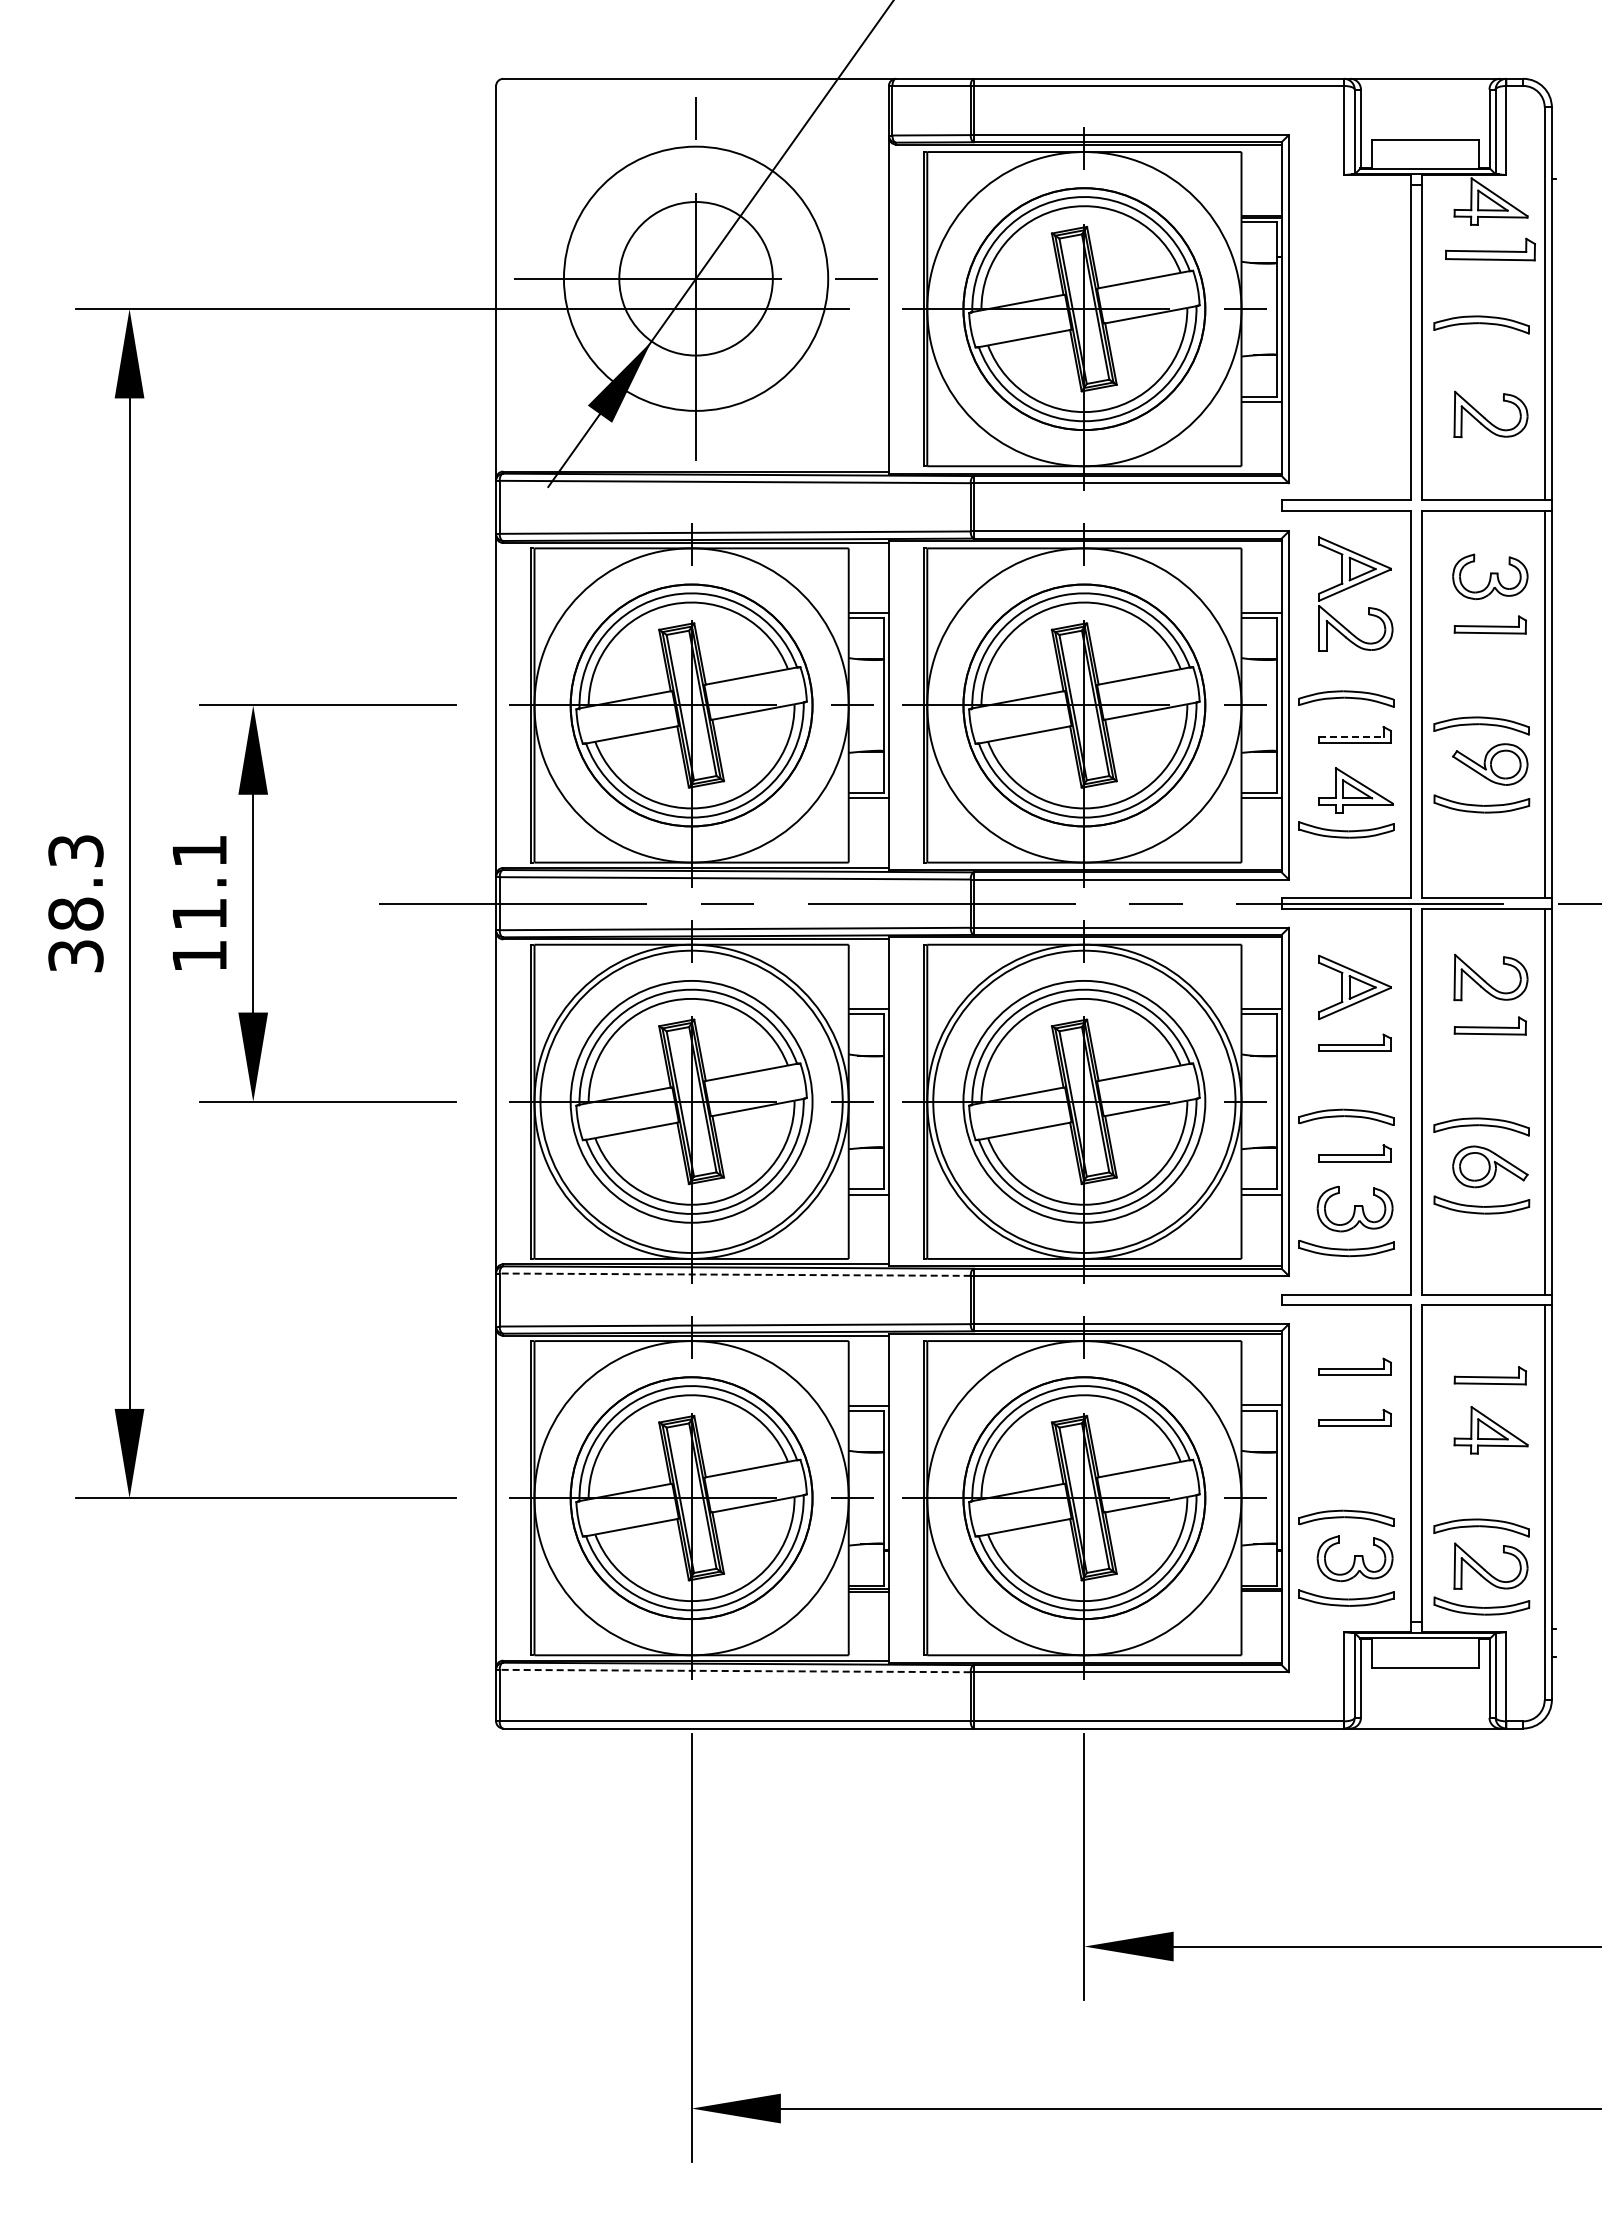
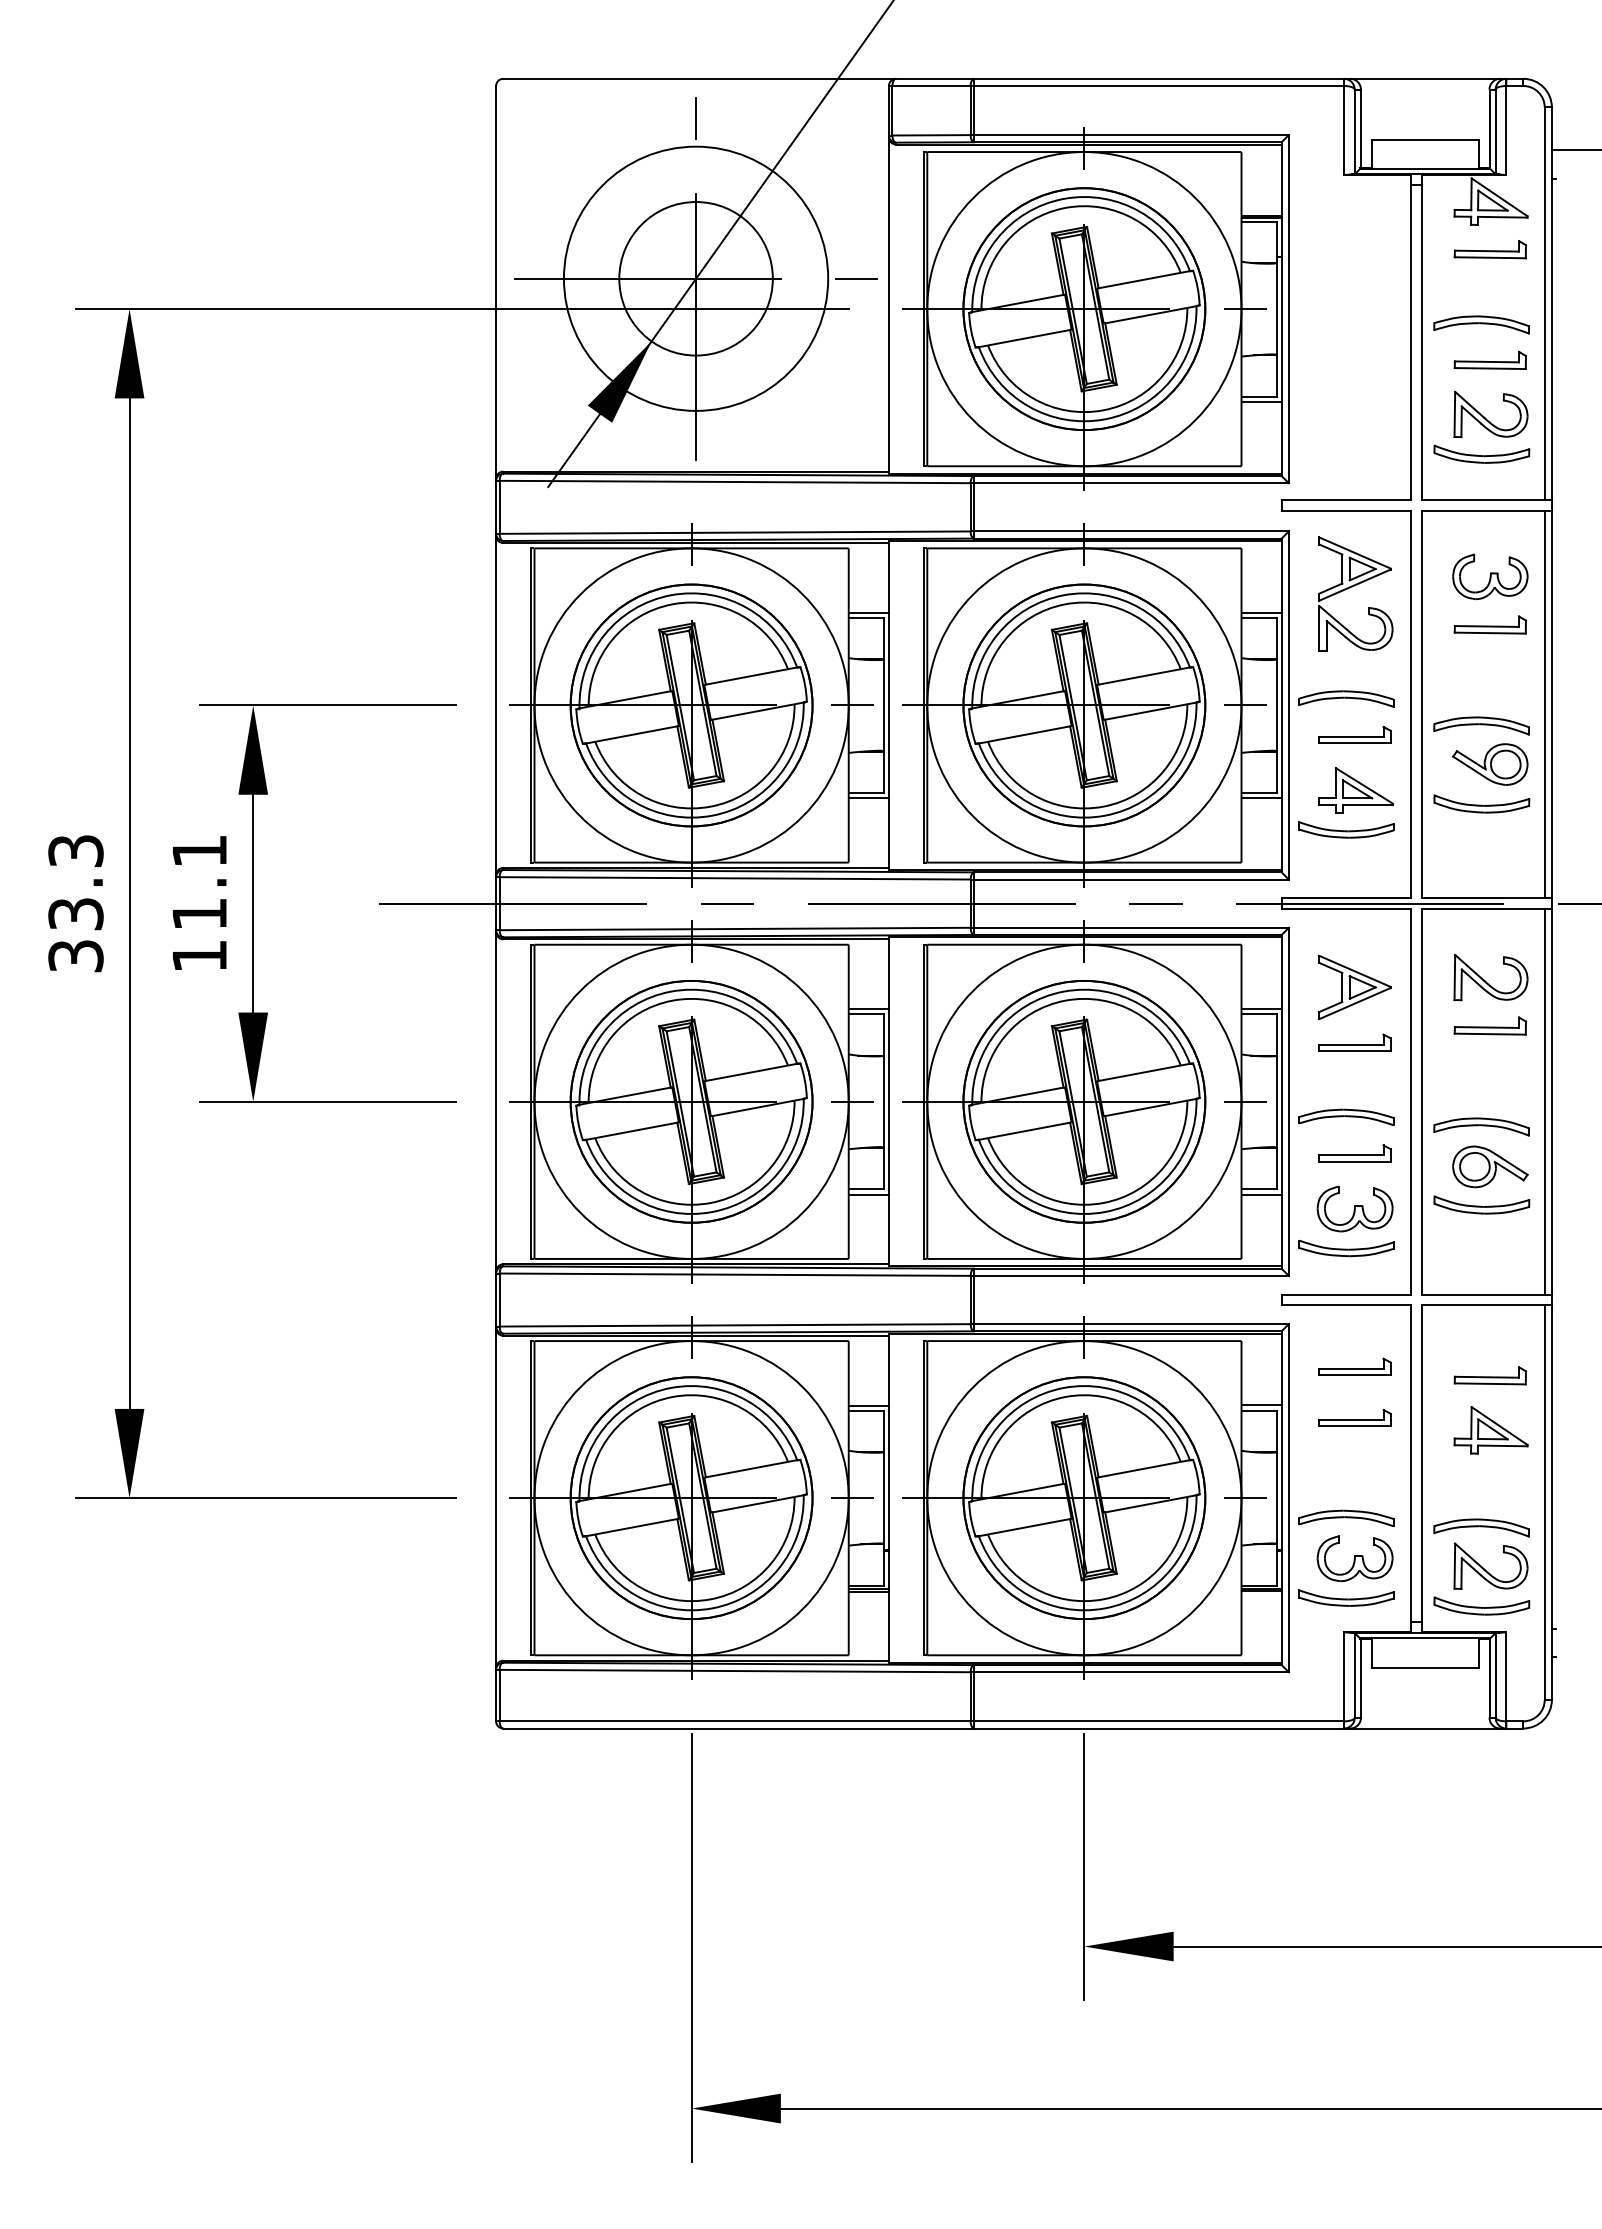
line at (1574, 150): none -> present
part at (1490, 249) size: 91x25 px -> 74x20 px
part at (1489, 359): none -> present
part at (1481, 453): none -> present
line at (1351, 737): dashed -> solid
text at (75, 913): 38.3 -> 33.3
circle at (691, 1101) diameter: 302 px -> 242 px
circle at (1084, 1101) diameter: 302 px -> 242 px
line at (734, 1274): dashed -> solid
line at (734, 1671): dashed -> solid
